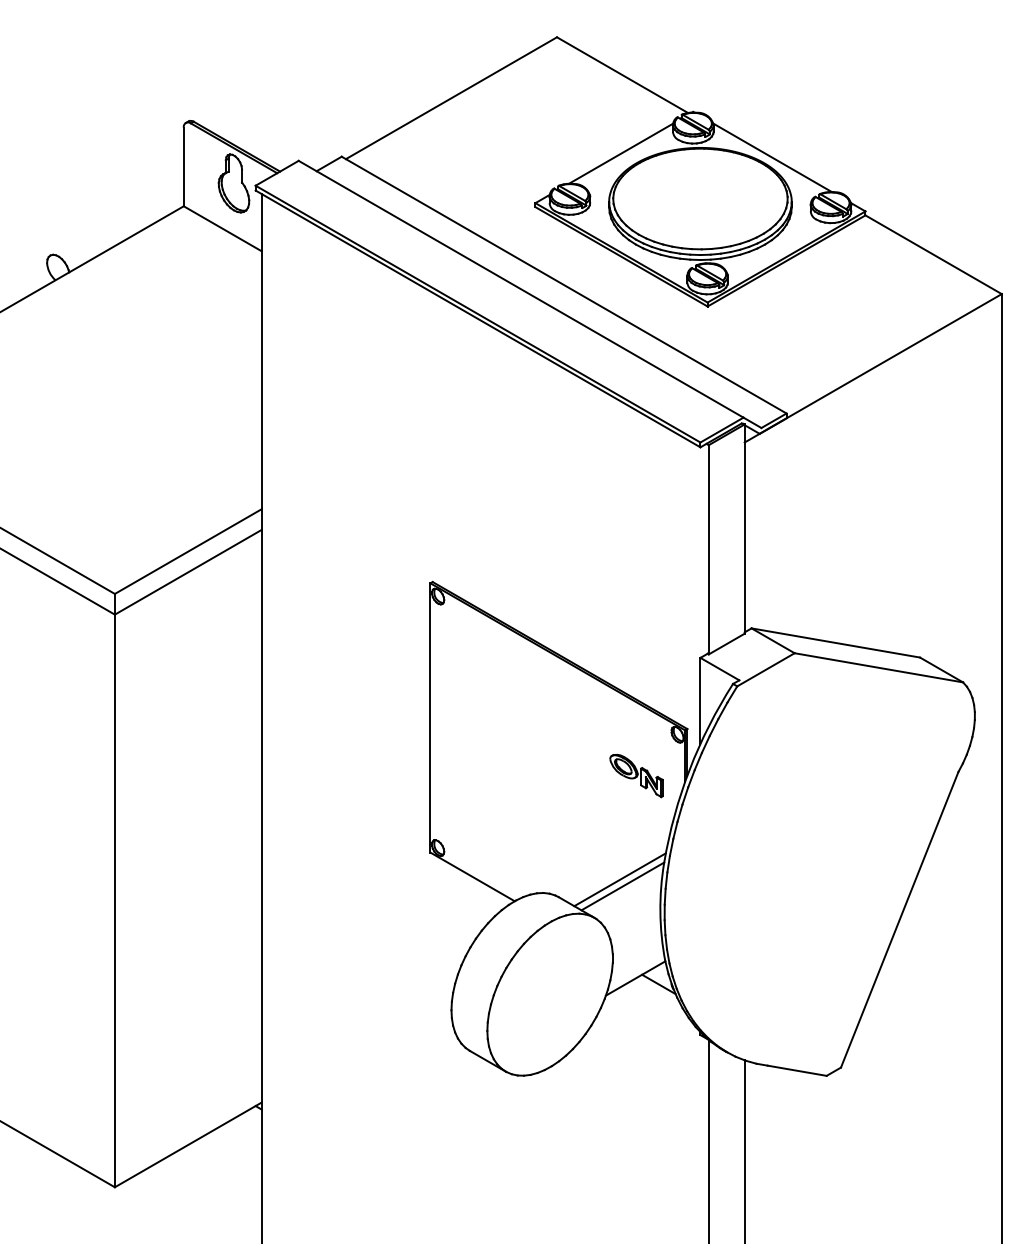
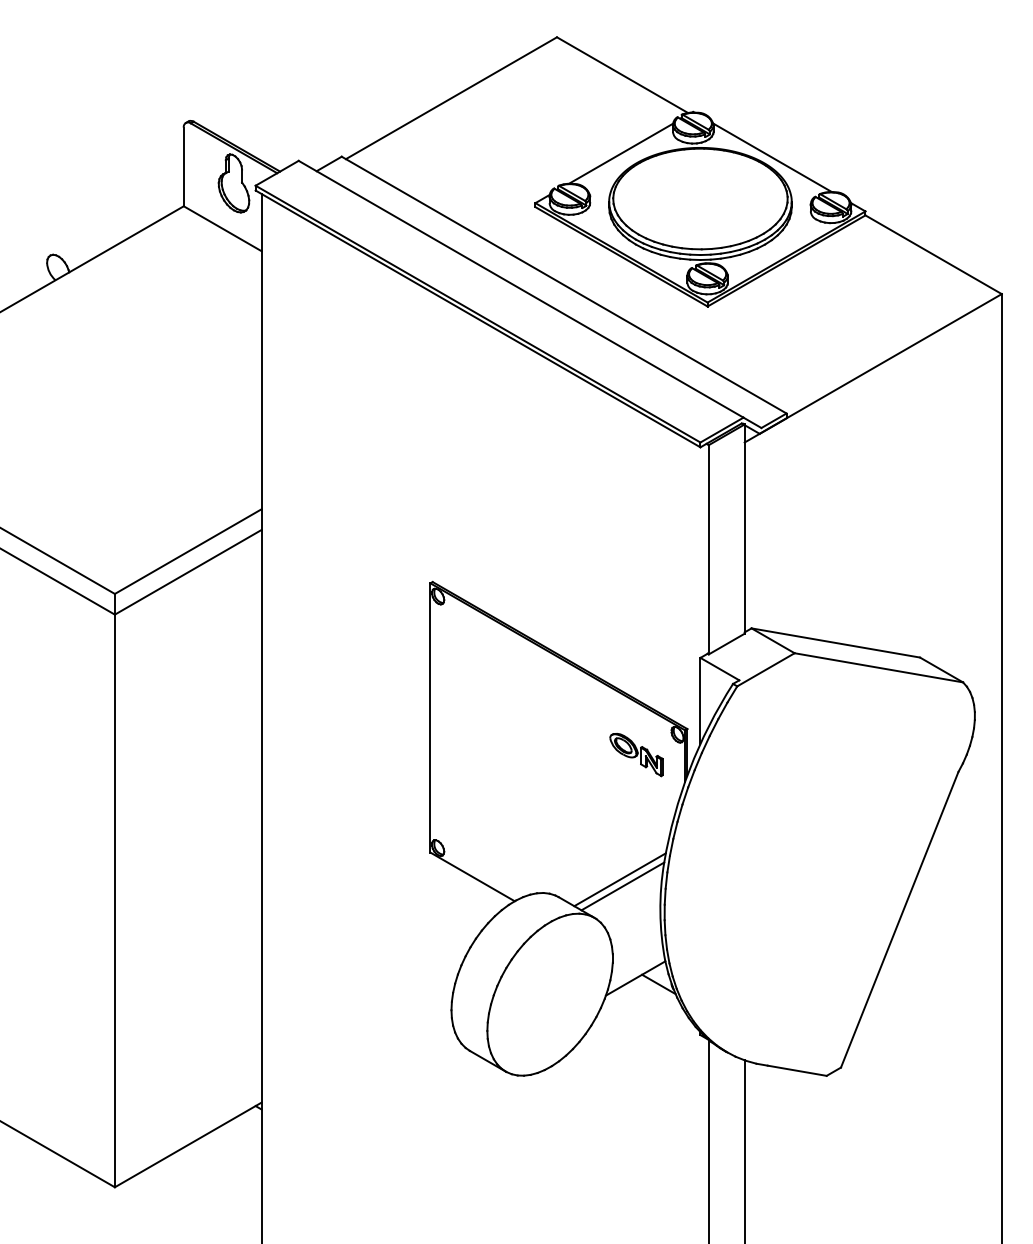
part at (636, 776) position: (636, 776) -> (636, 755)
